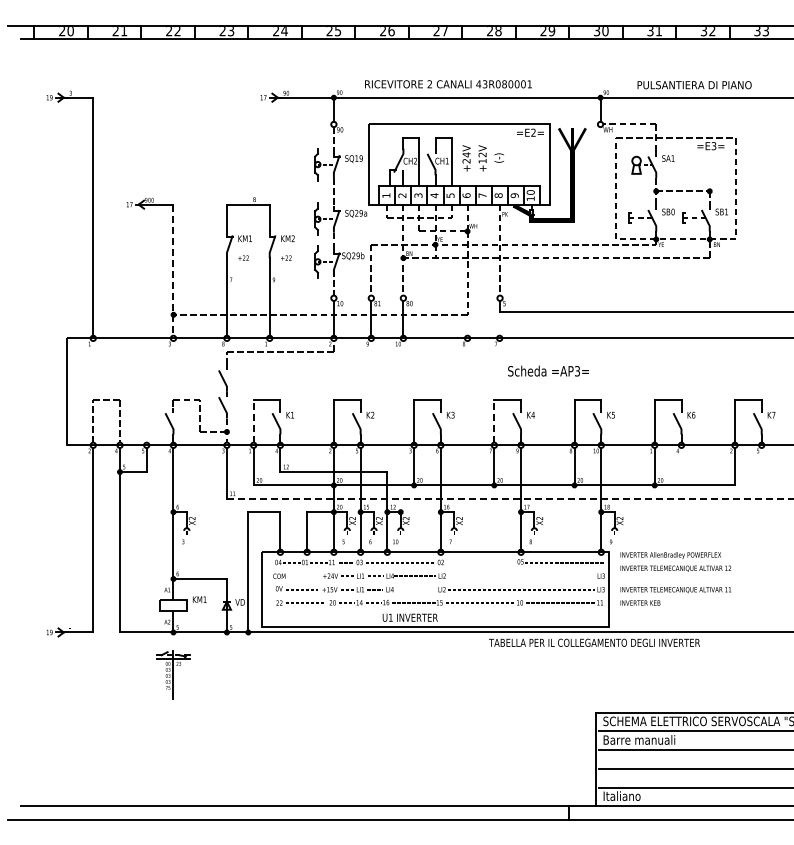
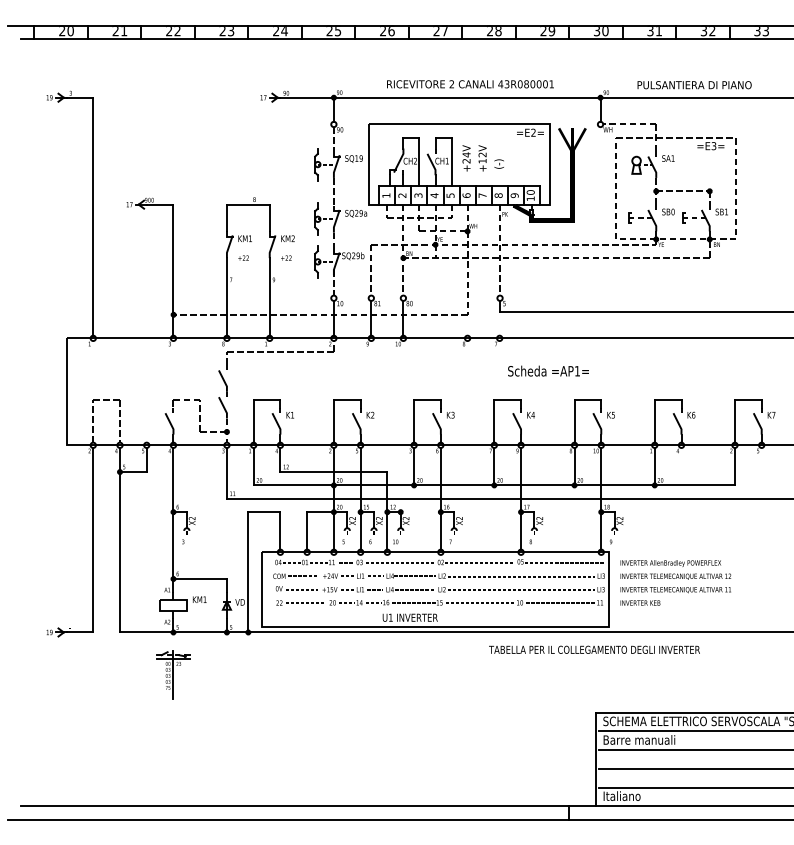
text at (448, 84) position: (448, 84) -> (470, 84)
text at (498, 157) position: (498, 157) -> (498, 163)
line at (173, 270): dashed -> solid
text at (577, 371): =AP3= -> =AP1=
line at (253, 420): dashed -> solid
line at (494, 420): dashed -> solid
line at (510, 498): dashed -> solid
text at (675, 561) position: (675, 561) -> (675, 569)
line at (479, 562): none -> present
line at (302, 576): none -> present
line at (521, 576): none -> present
line at (415, 589): none -> present
text at (594, 642) position: (594, 642) -> (594, 649)
